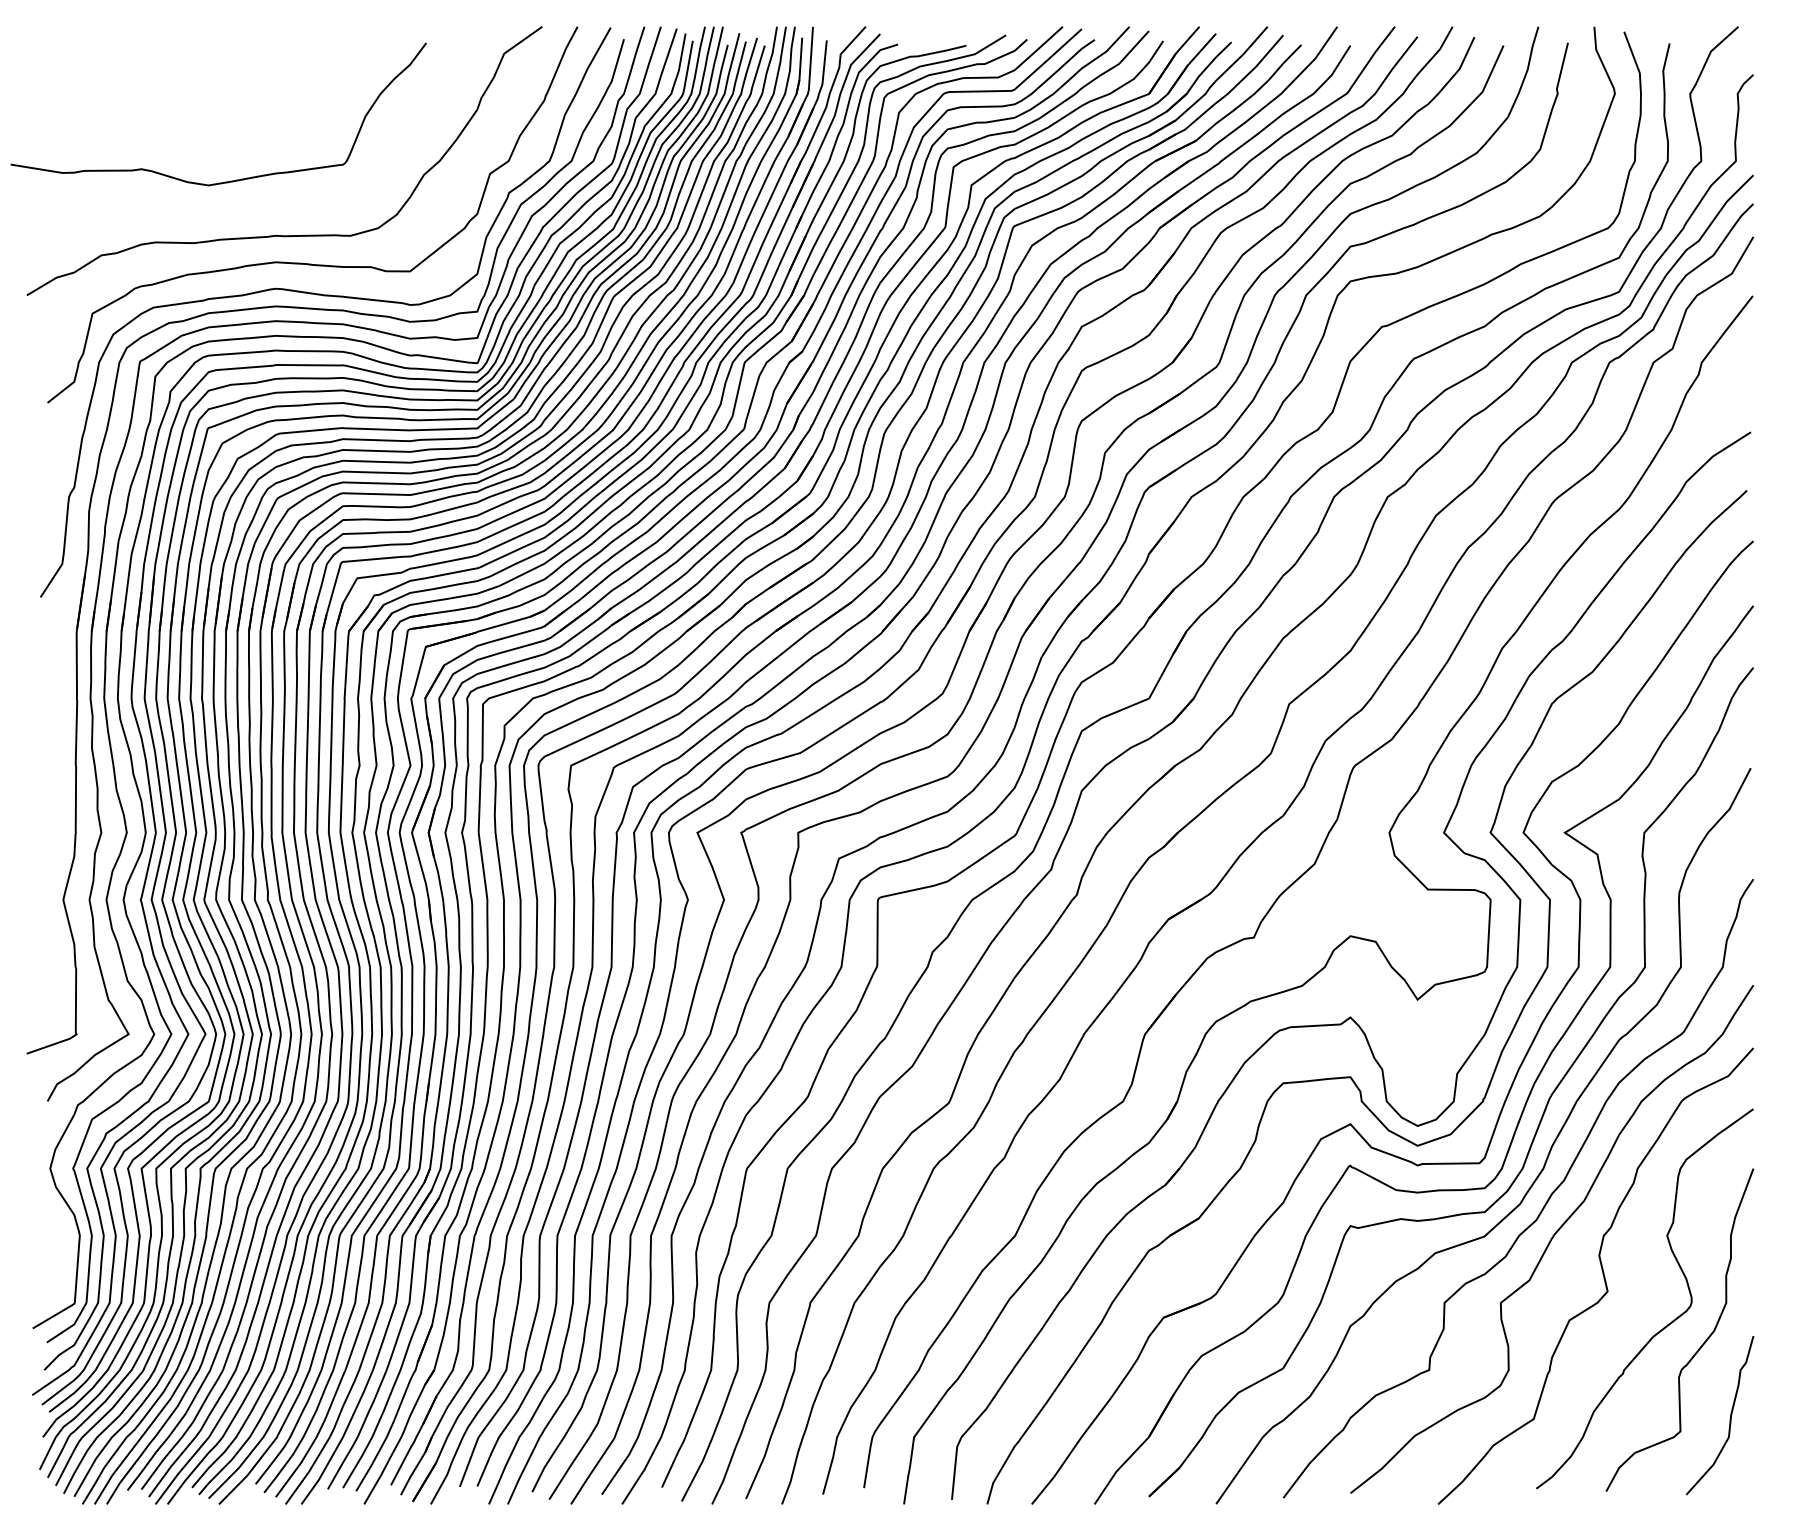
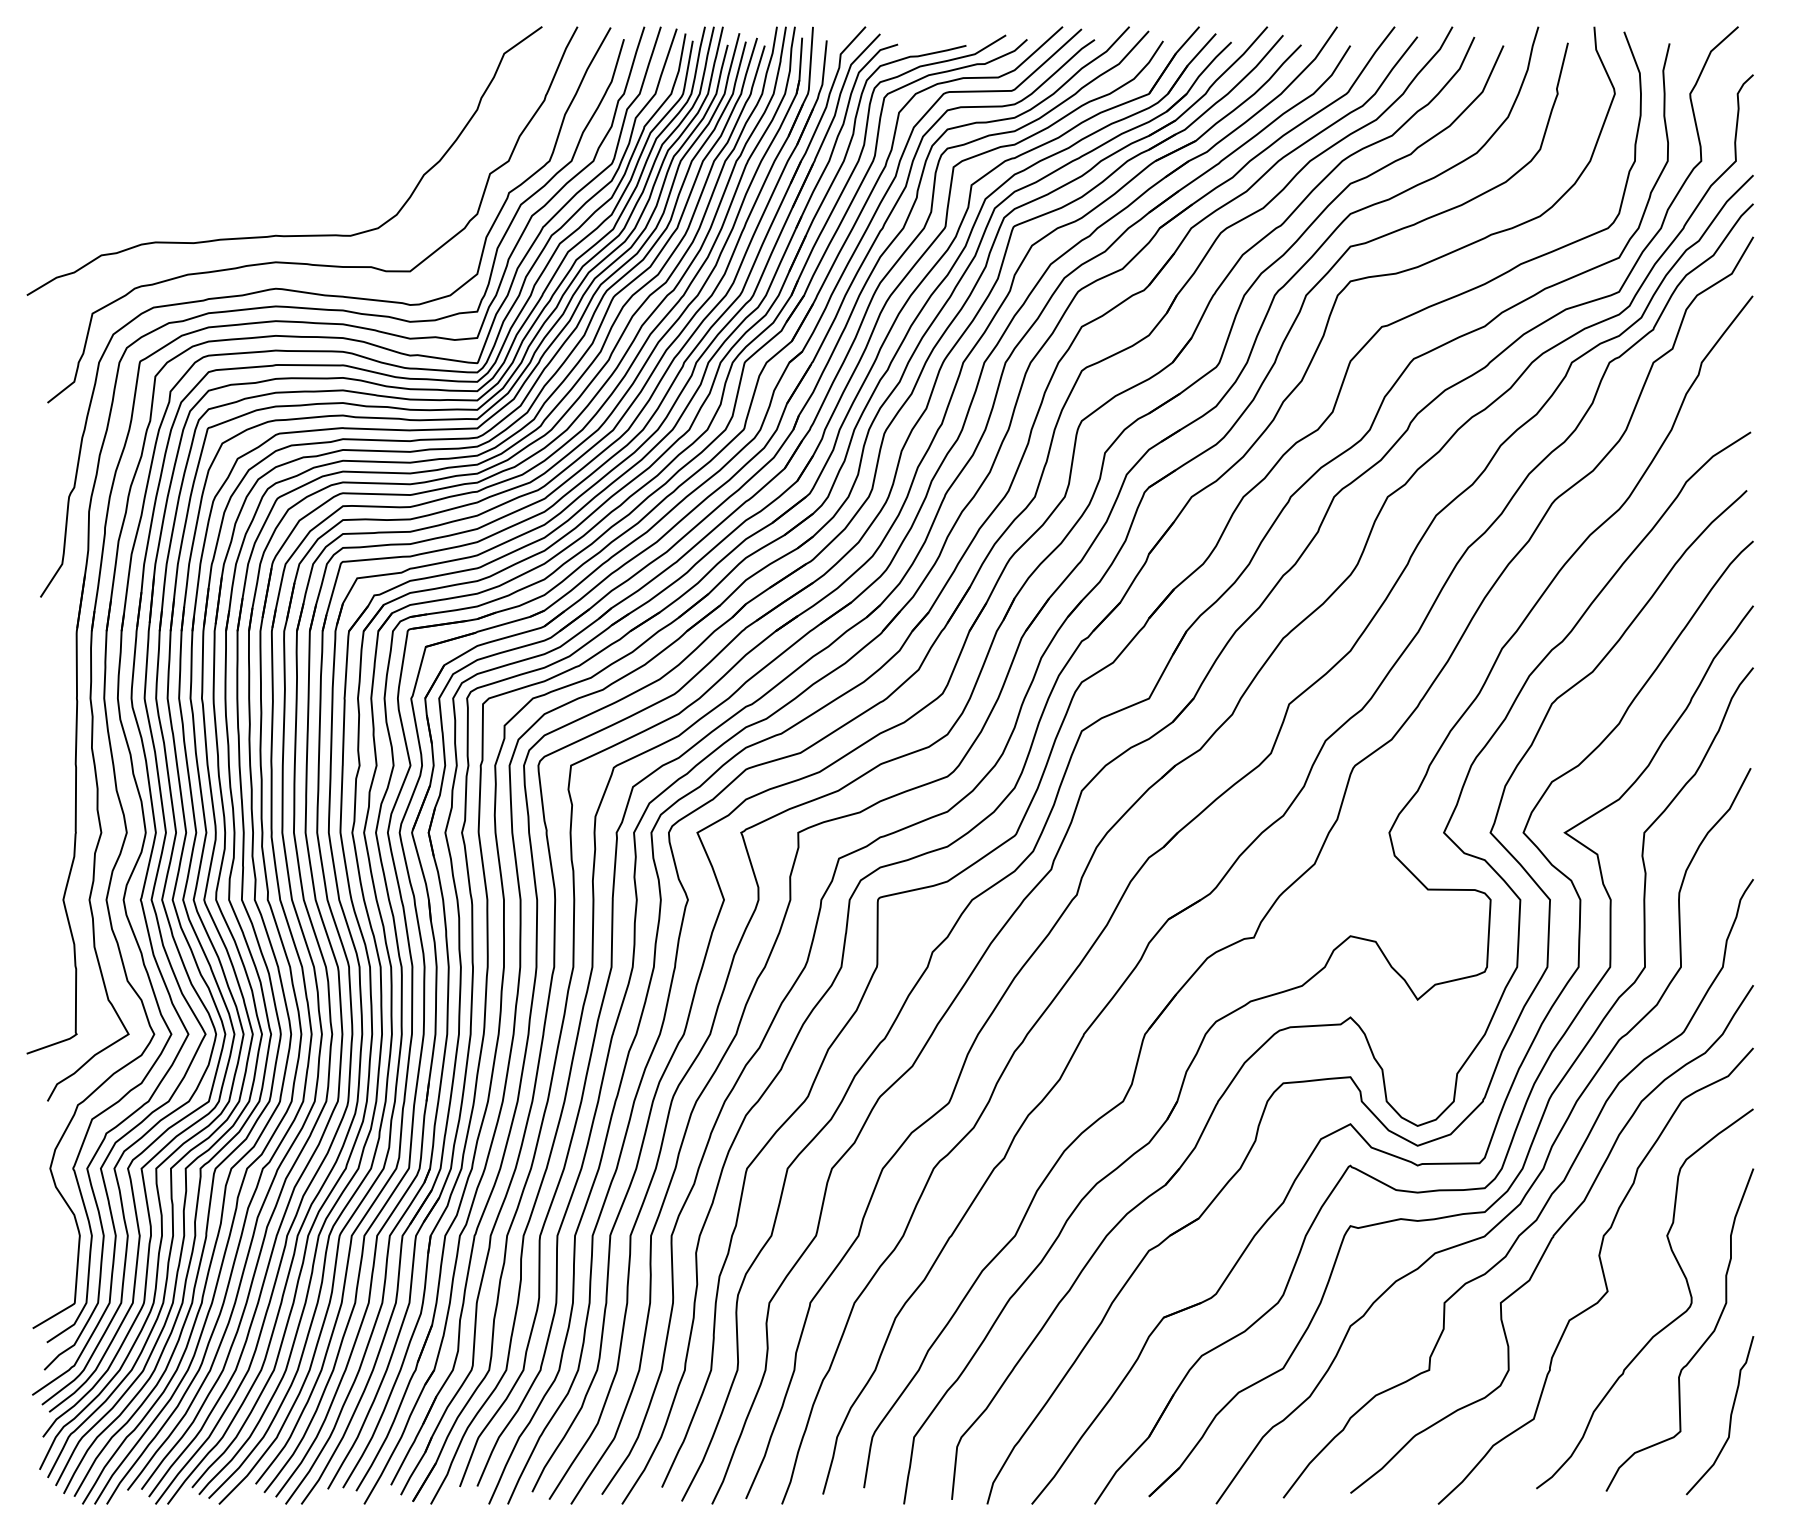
curve at (230, 180): present -> none
